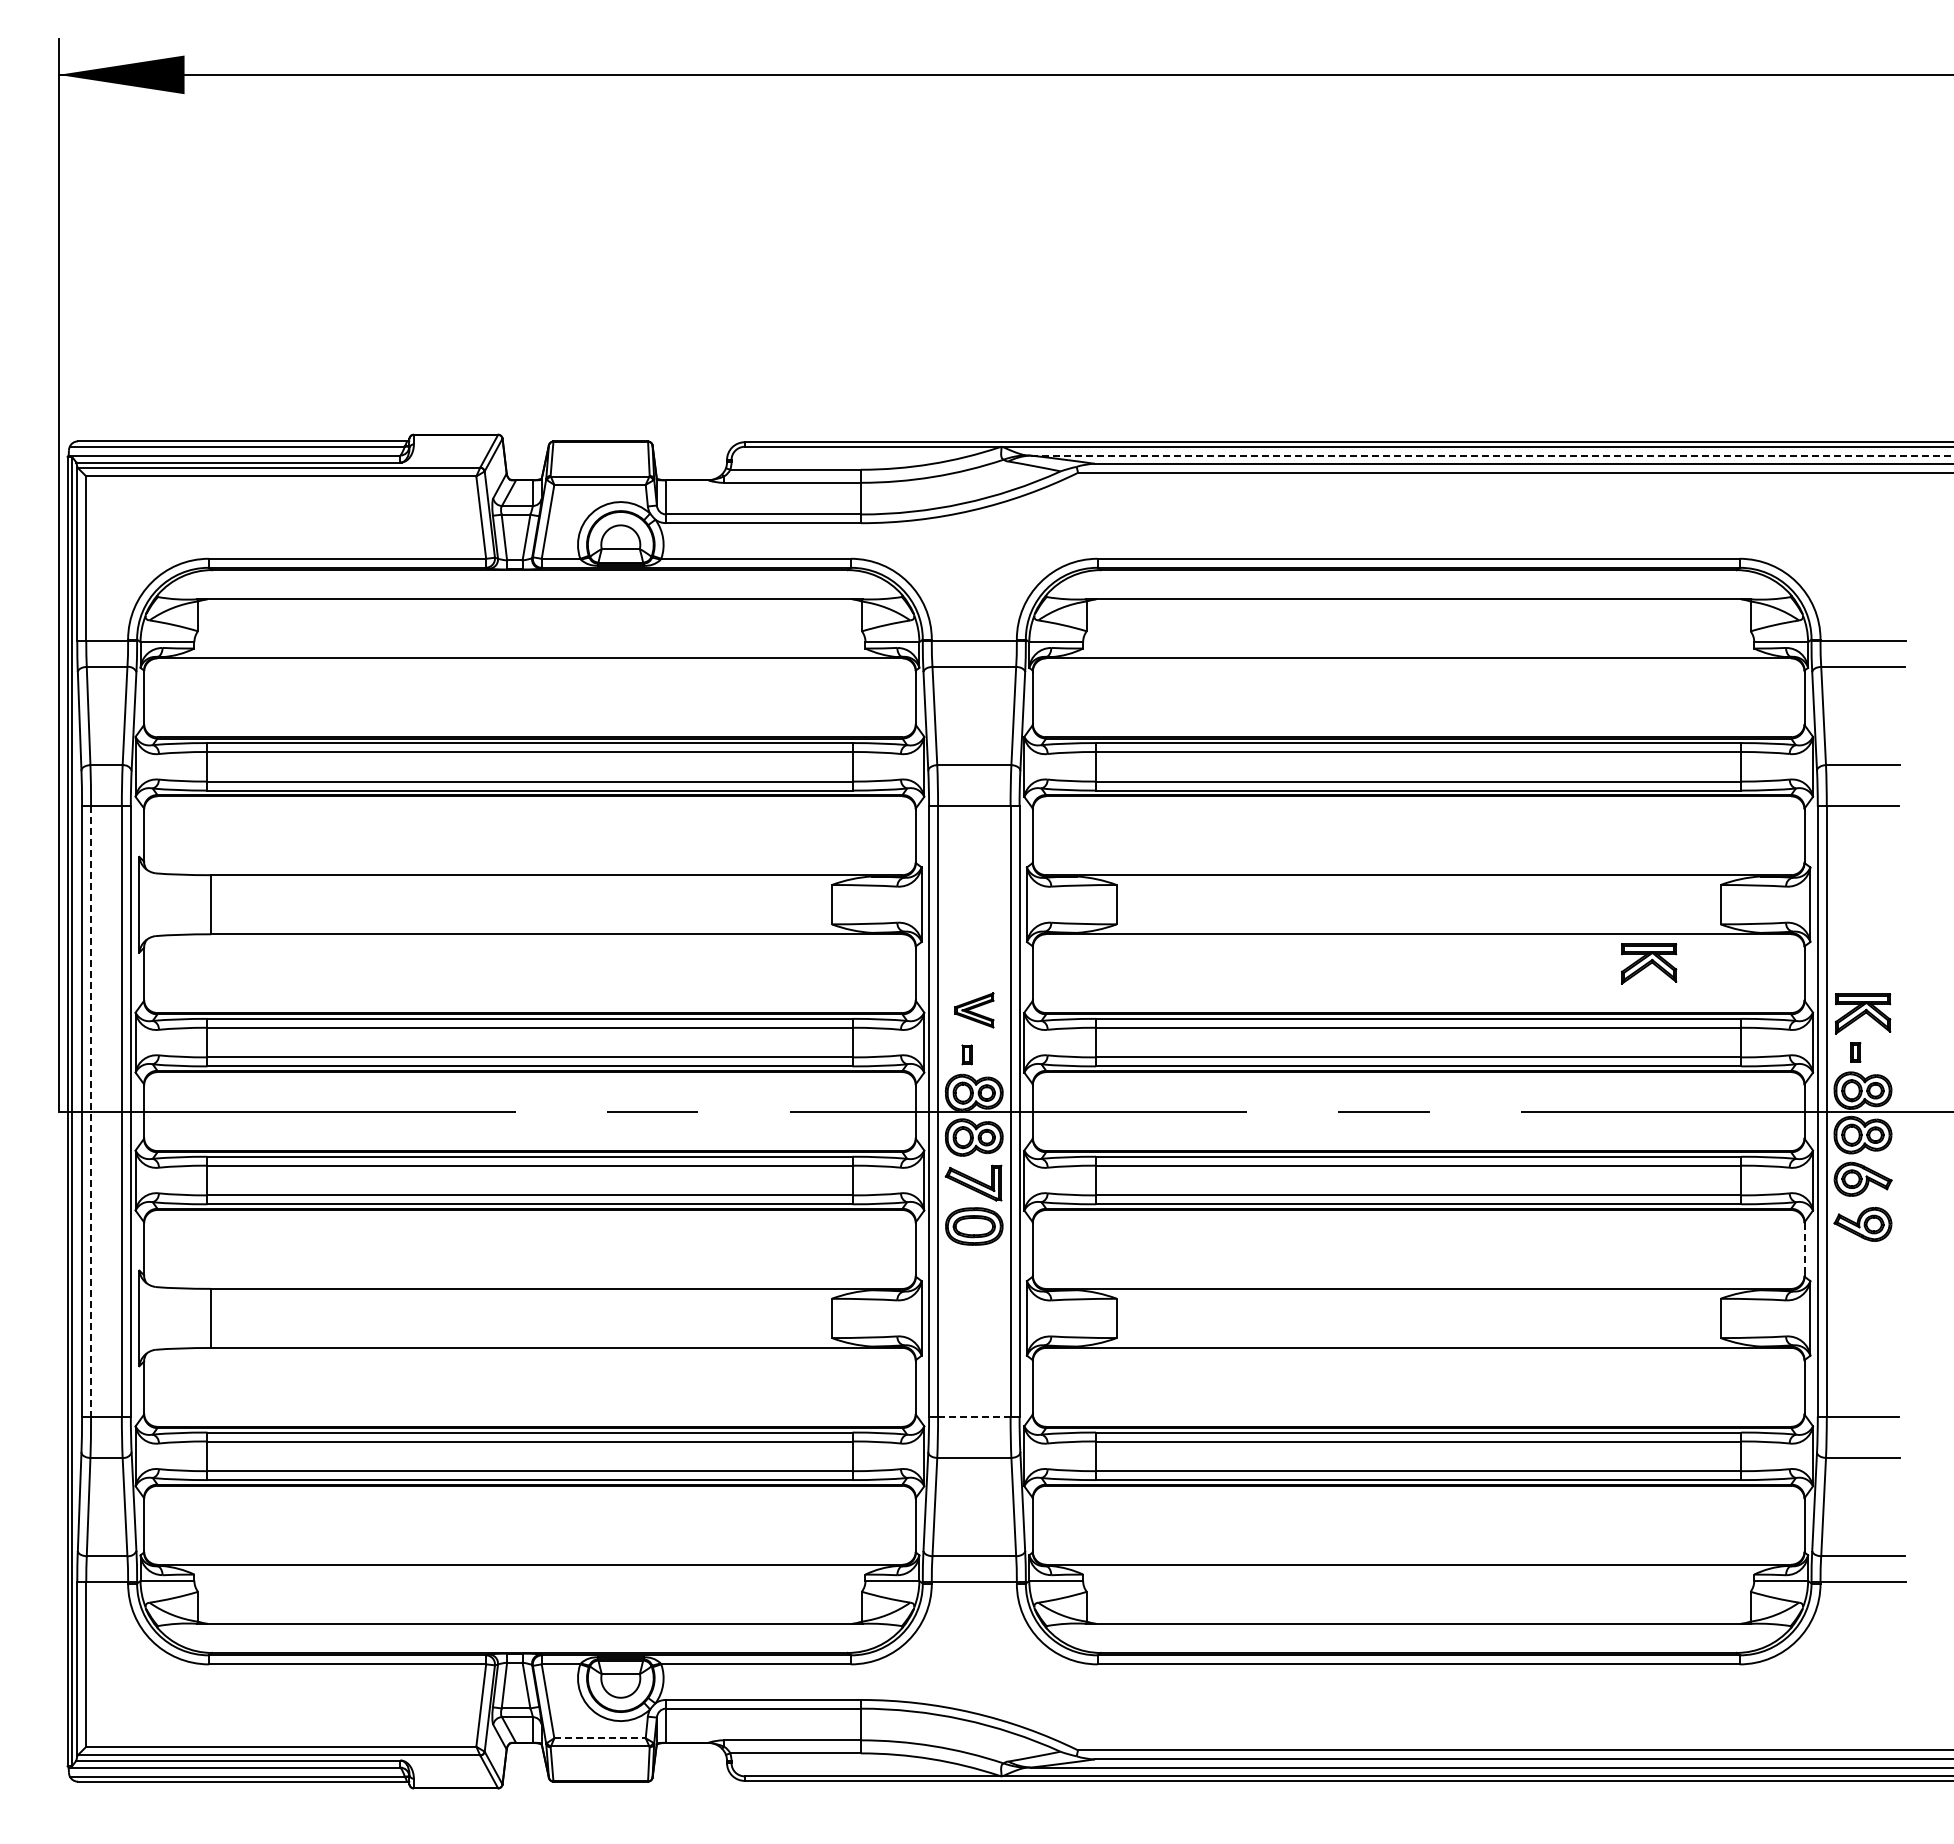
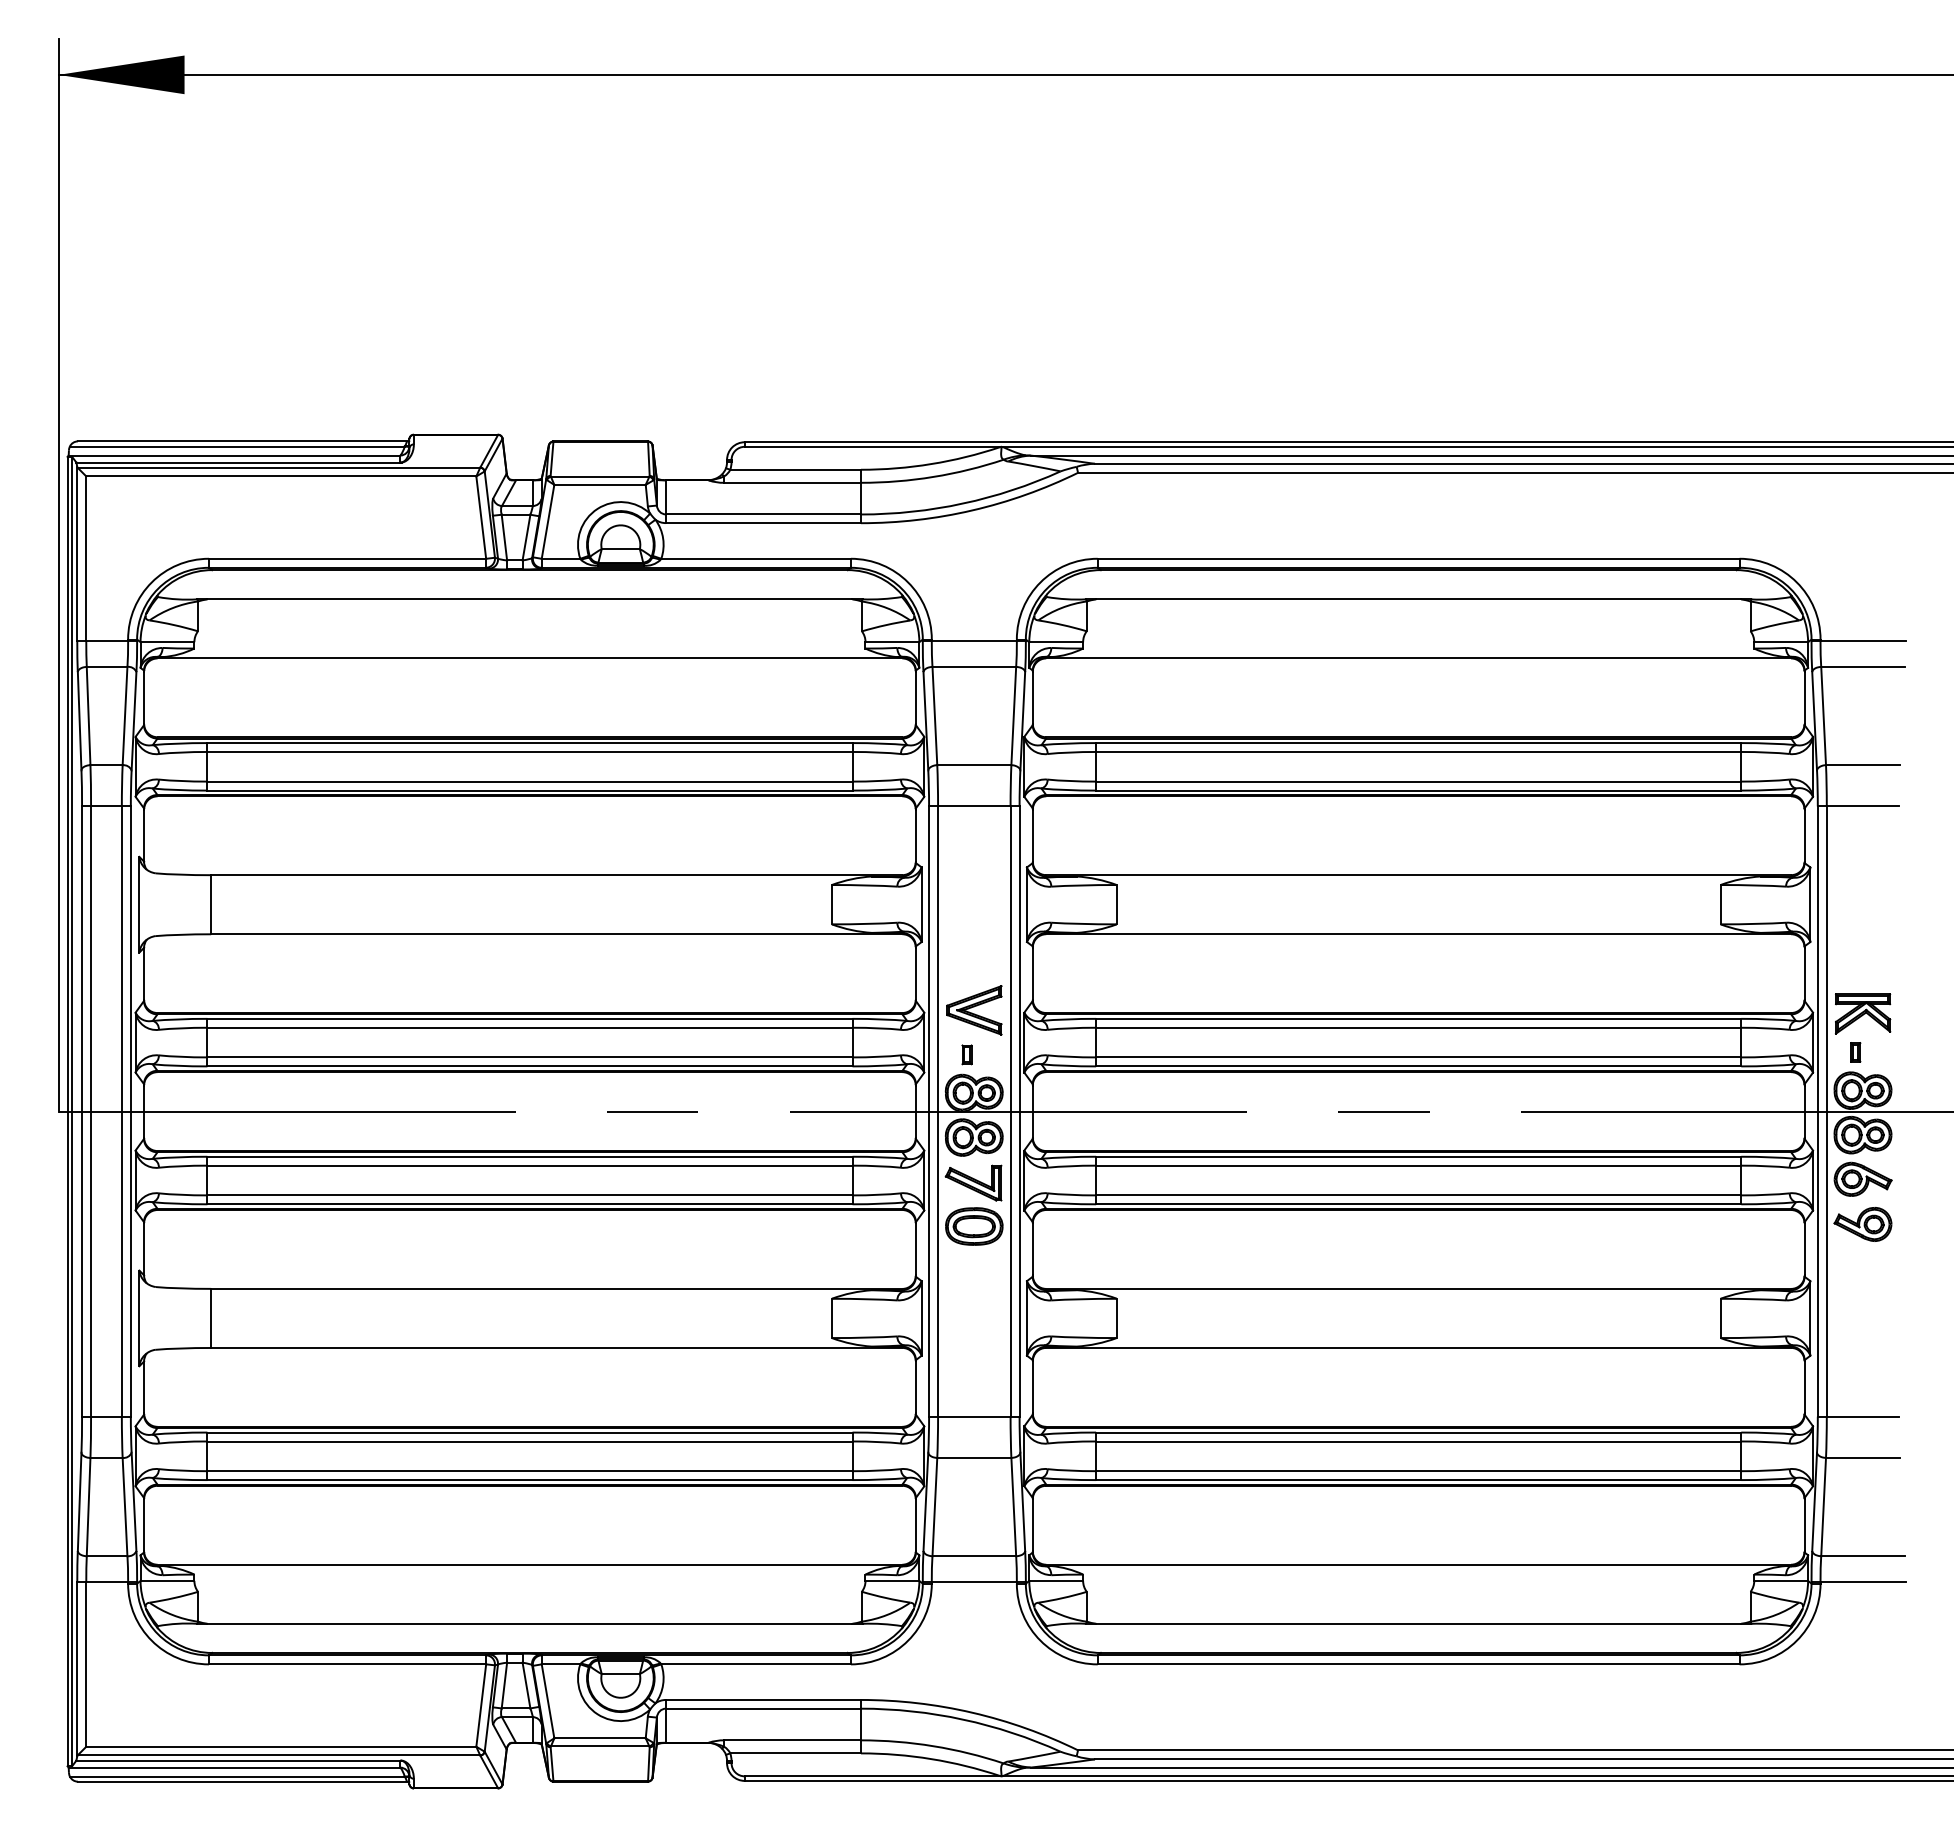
line at (1492, 455): dashed -> solid
part at (1649, 963): present -> none
part at (974, 1010) size: 41x37 px -> 57x51 px
line at (91, 1112): dashed -> solid
line at (1804, 1249): dashed -> solid
line at (974, 1416): dashed -> solid
line at (600, 1738): dashed -> solid
